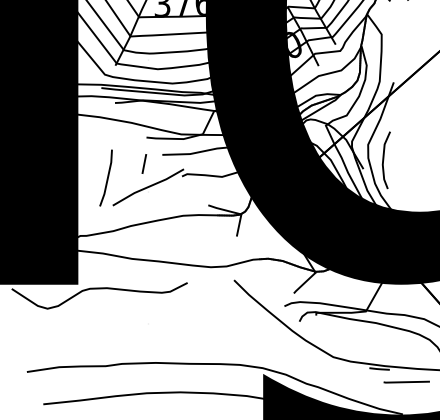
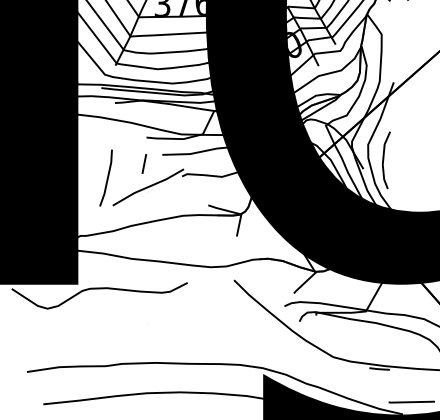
line at (406, 381) position: (406, 381) -> (411, 401)
